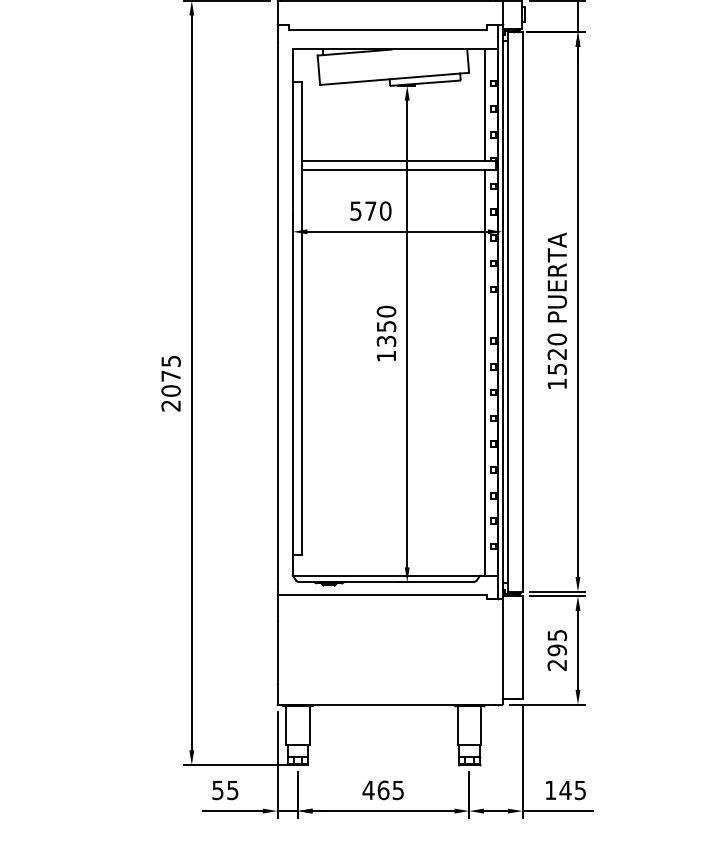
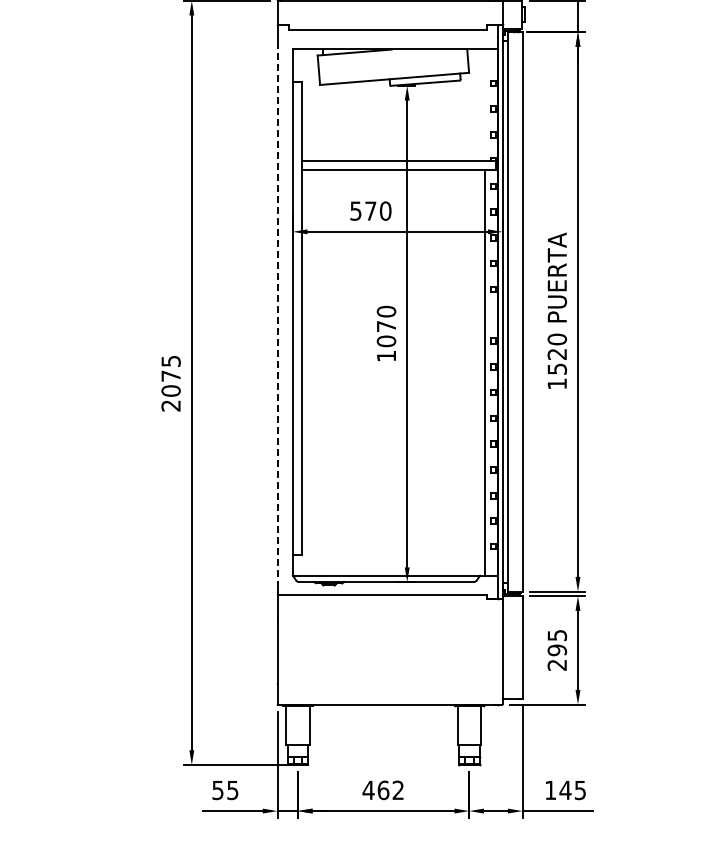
line at (484, 105): present -> none
line at (277, 313): solid -> dashed
text at (386, 334): 1350 -> 1070
text at (397, 790): 465 -> 462
